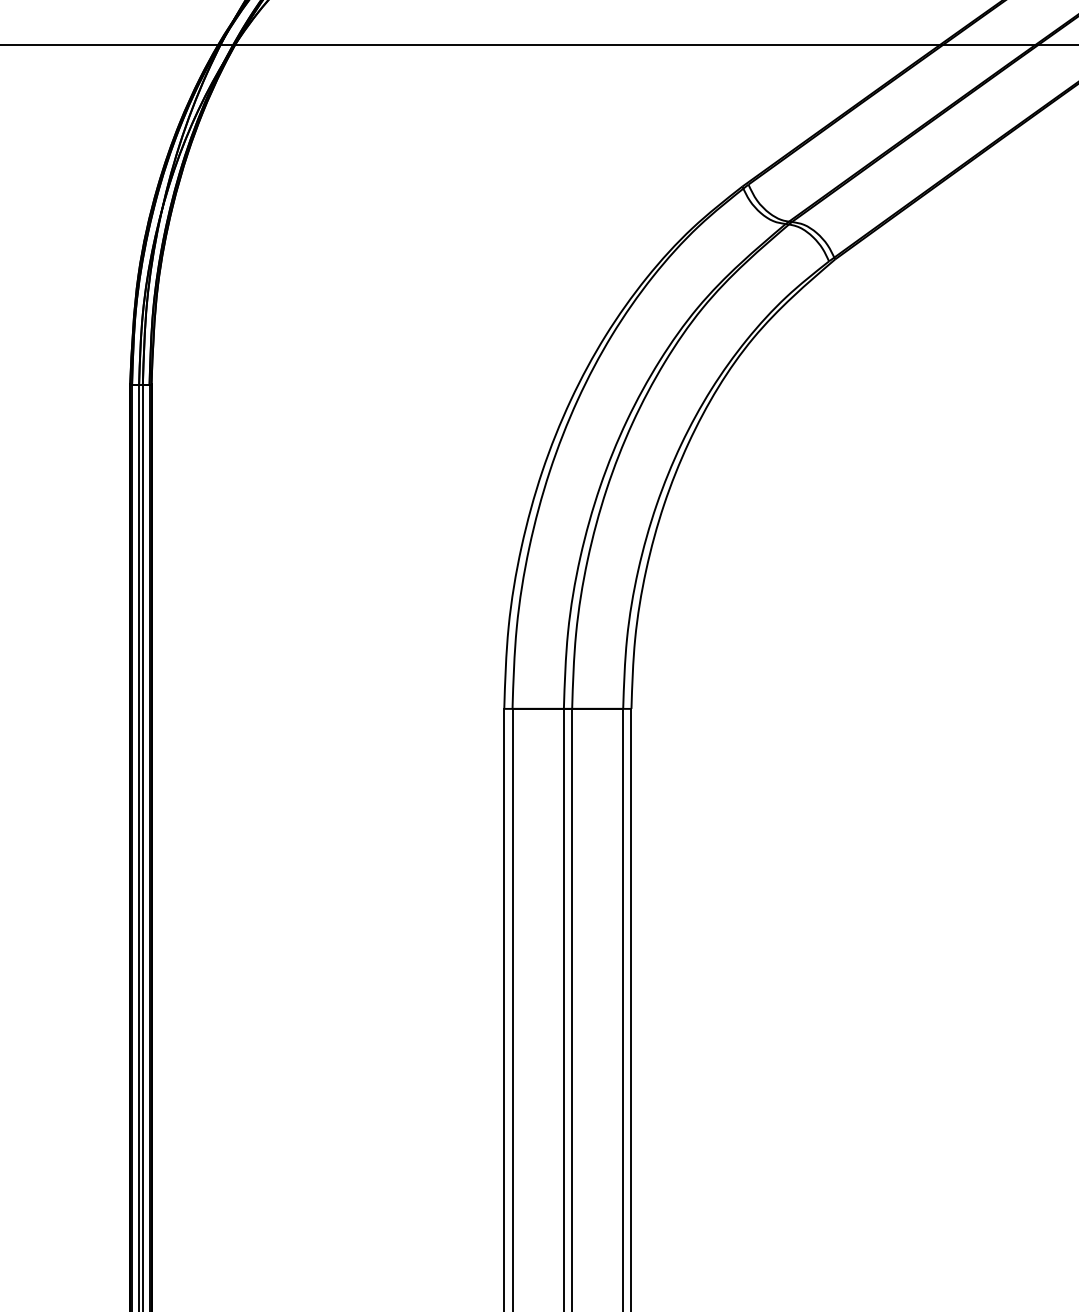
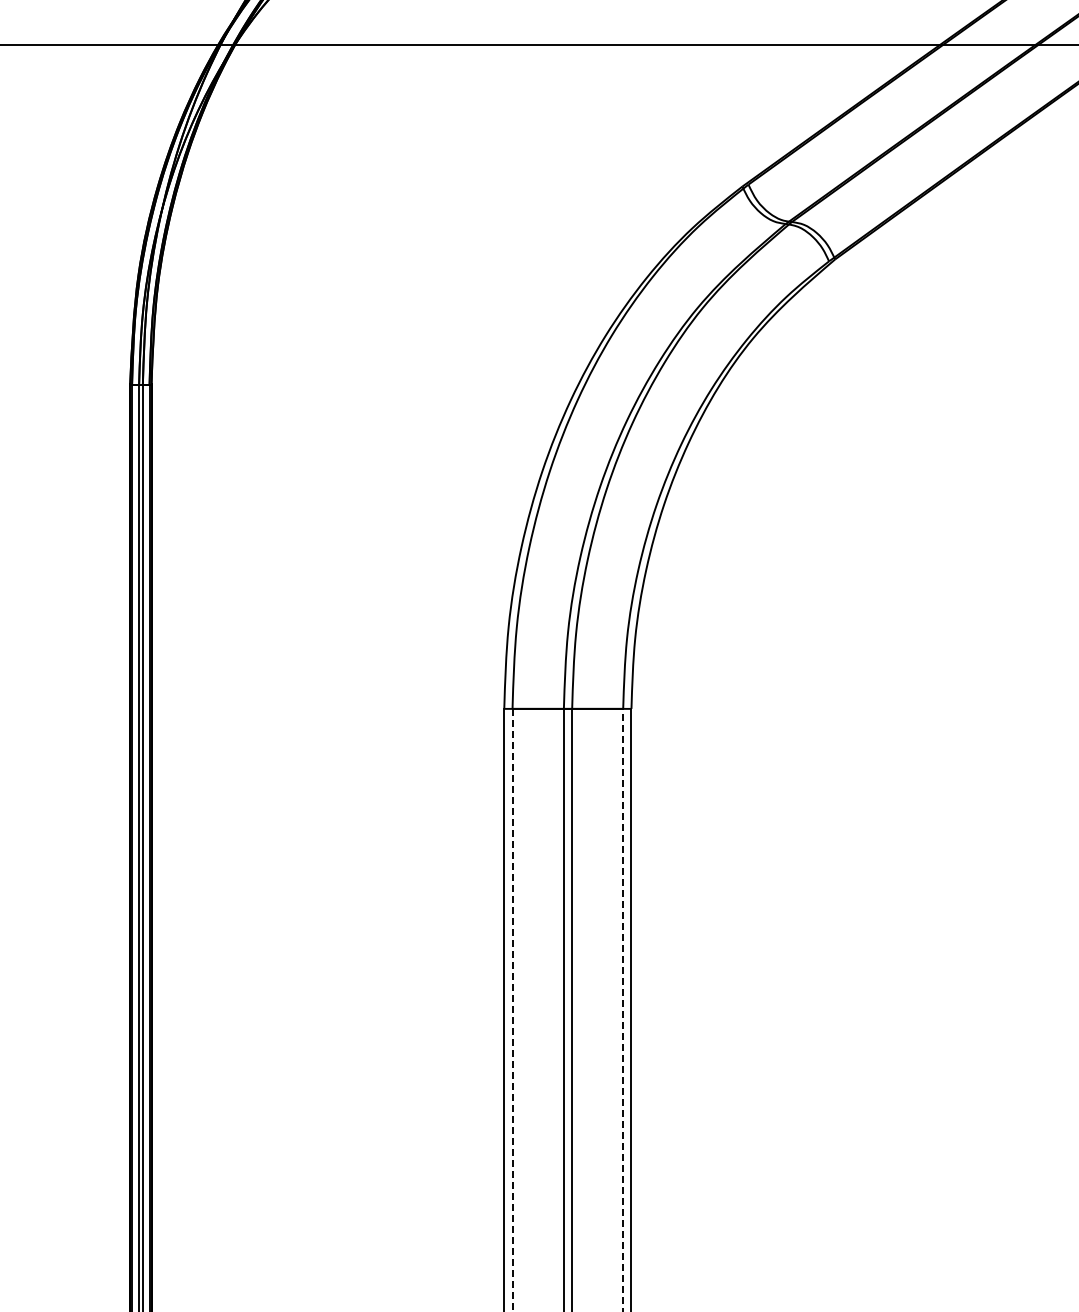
line at (623, 1009): solid -> dashed
line at (512, 1010): solid -> dashed
